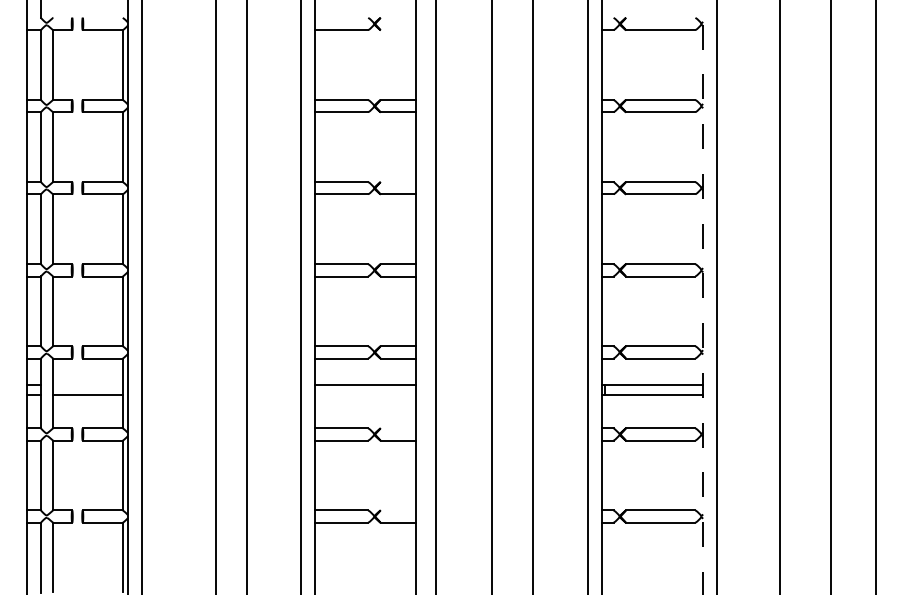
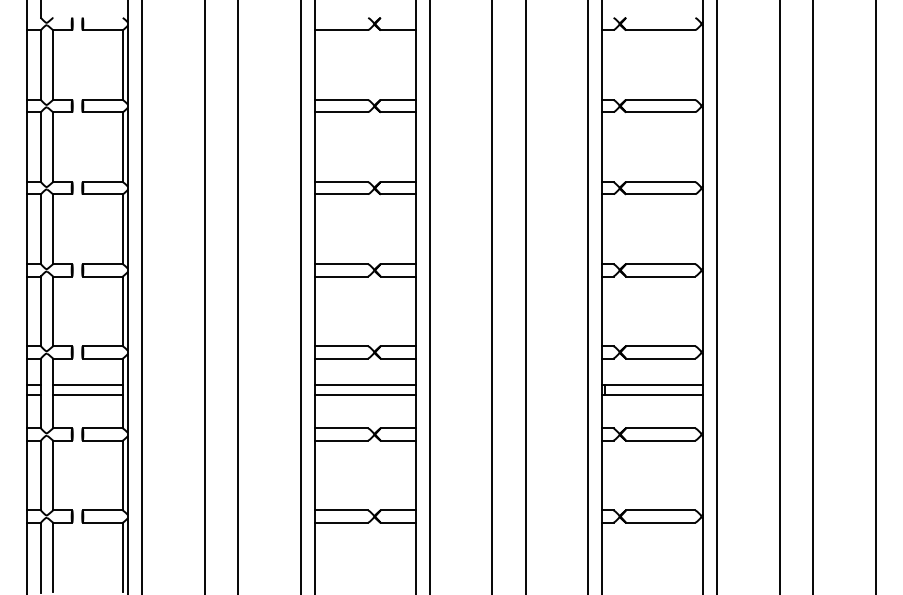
line at (397, 30): none -> present
line at (397, 182): none -> present
line at (215, 296) position: (215, 296) -> (204, 296)
line at (247, 296) position: (247, 296) -> (238, 296)
line at (435, 296) position: (435, 296) -> (429, 296)
line at (532, 296) position: (532, 296) -> (525, 296)
line at (831, 296) position: (831, 296) -> (813, 296)
line at (703, 297): dashed -> solid
line at (87, 385): none -> present
line at (364, 395): none -> present
line at (397, 428): none -> present
line at (397, 510): none -> present
